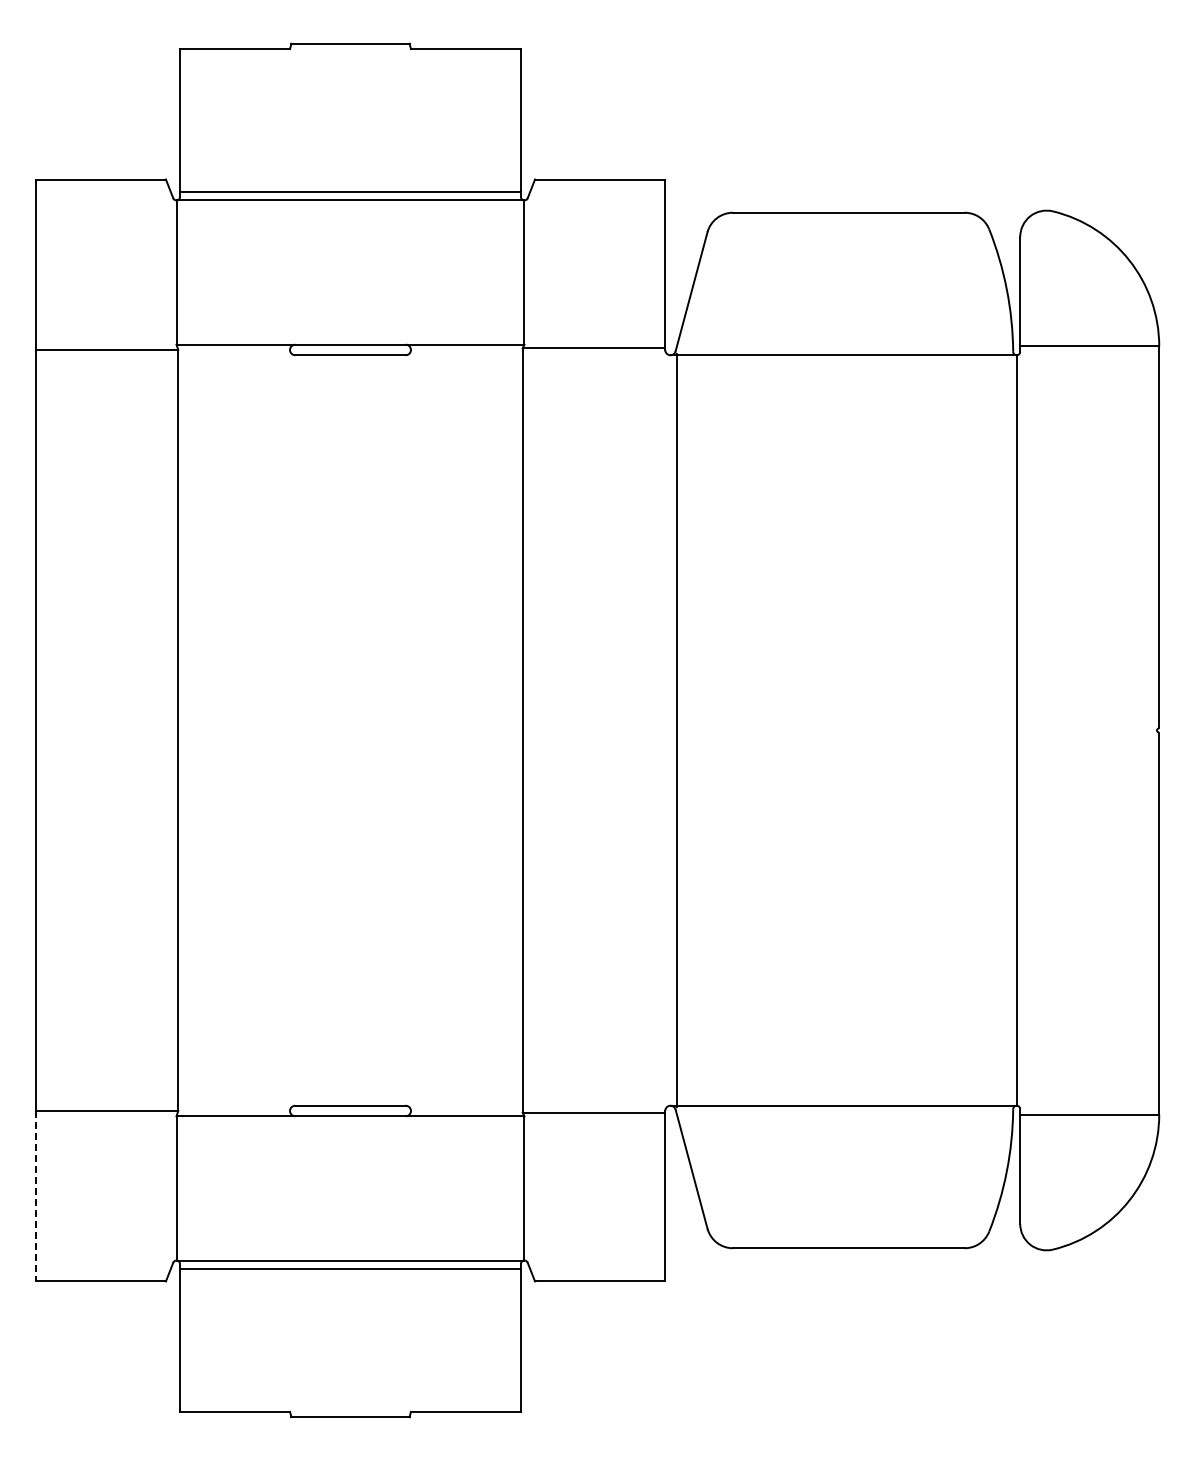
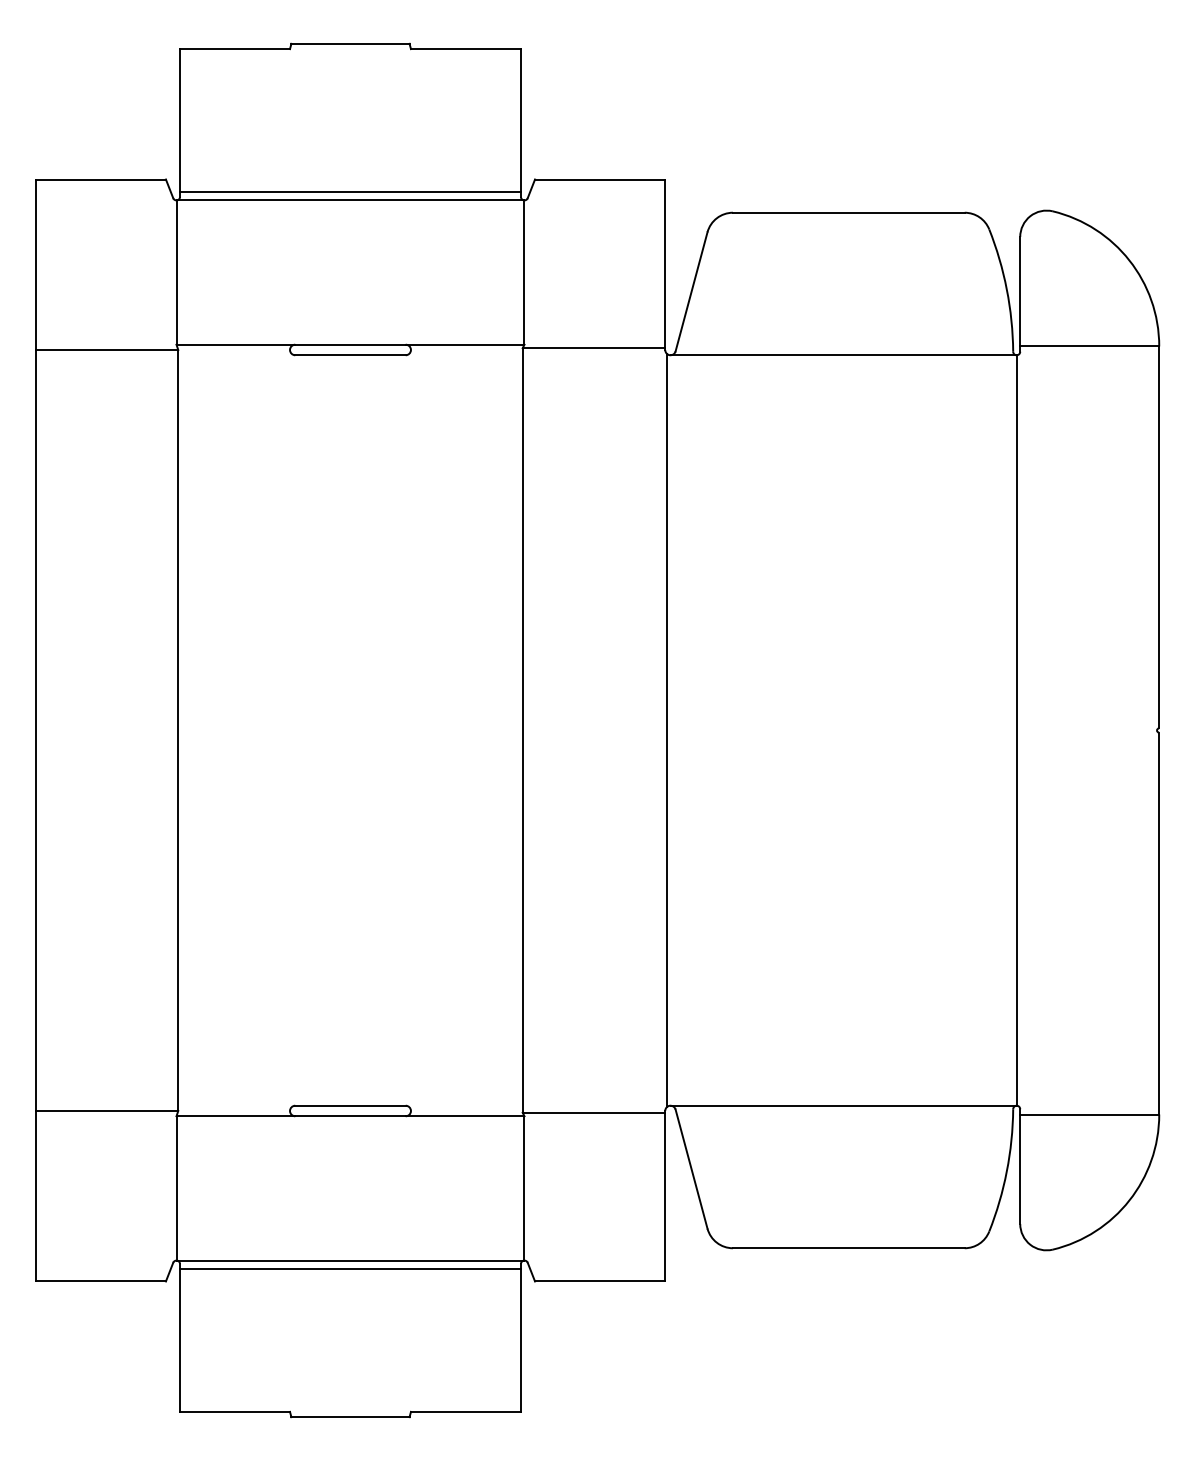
line at (677, 730) position: (677, 730) -> (667, 730)
line at (35, 1196): dashed -> solid
